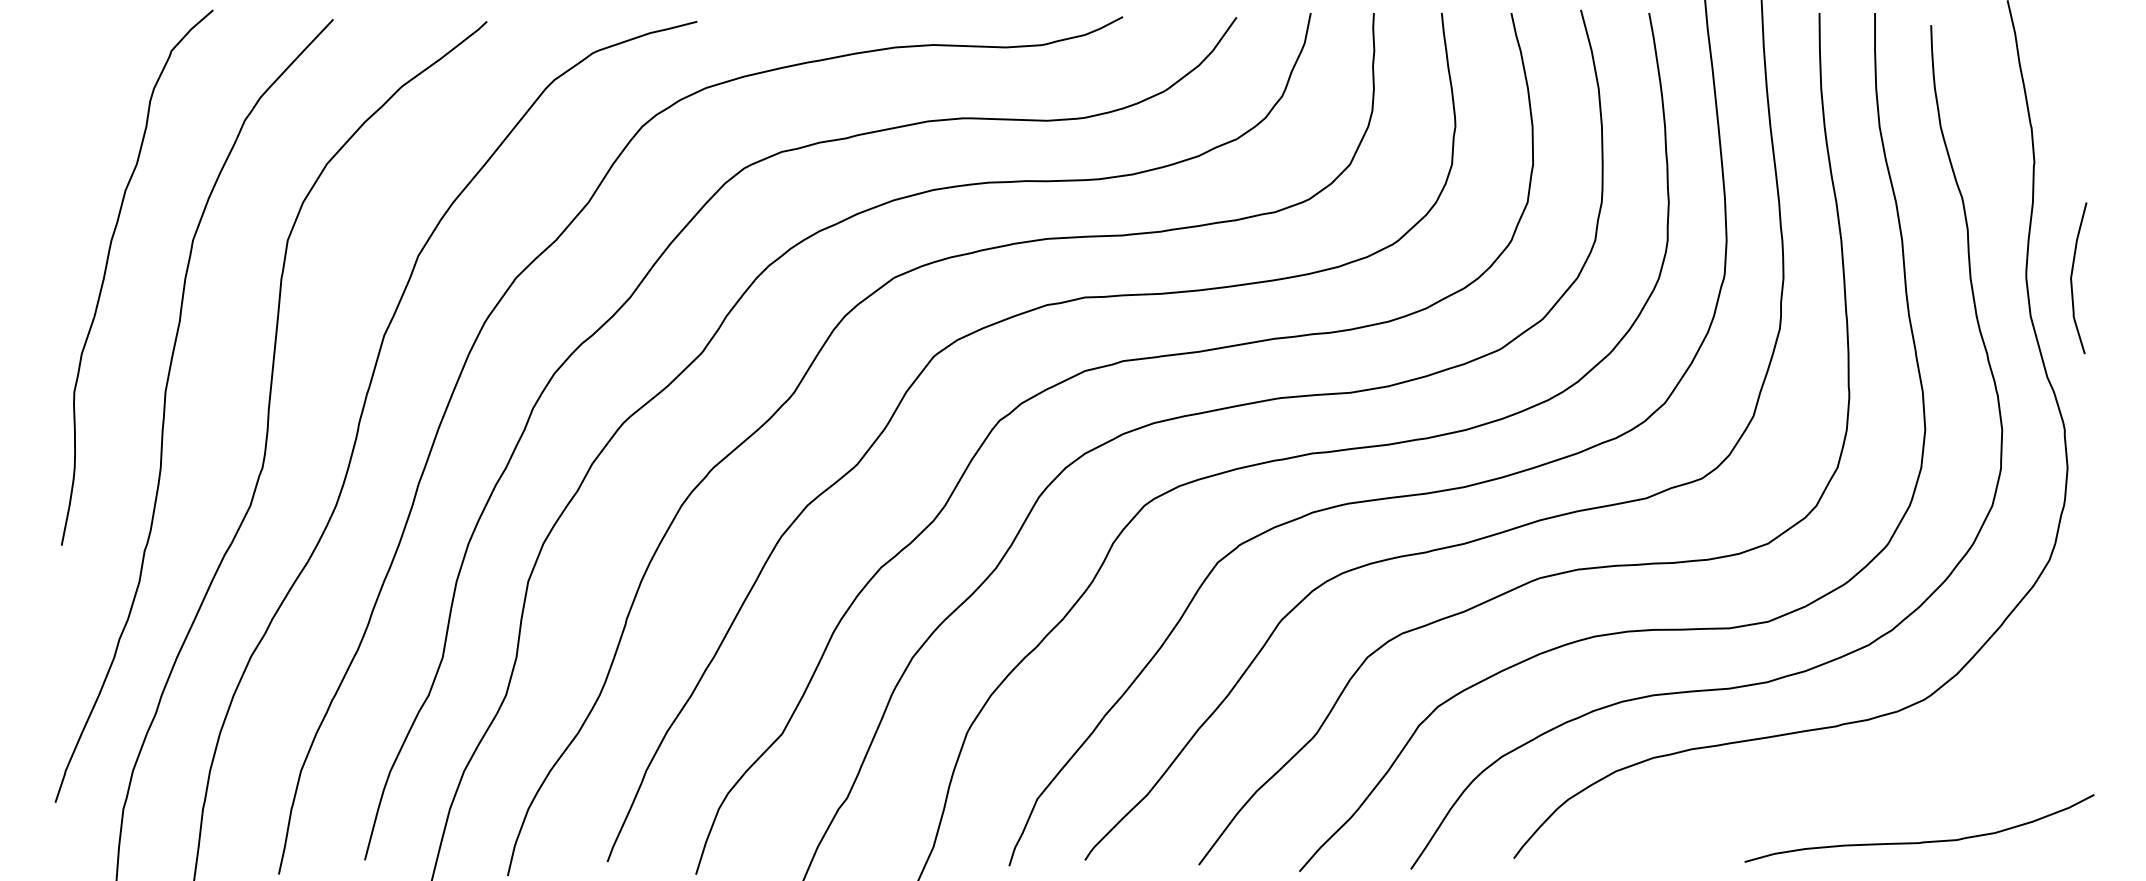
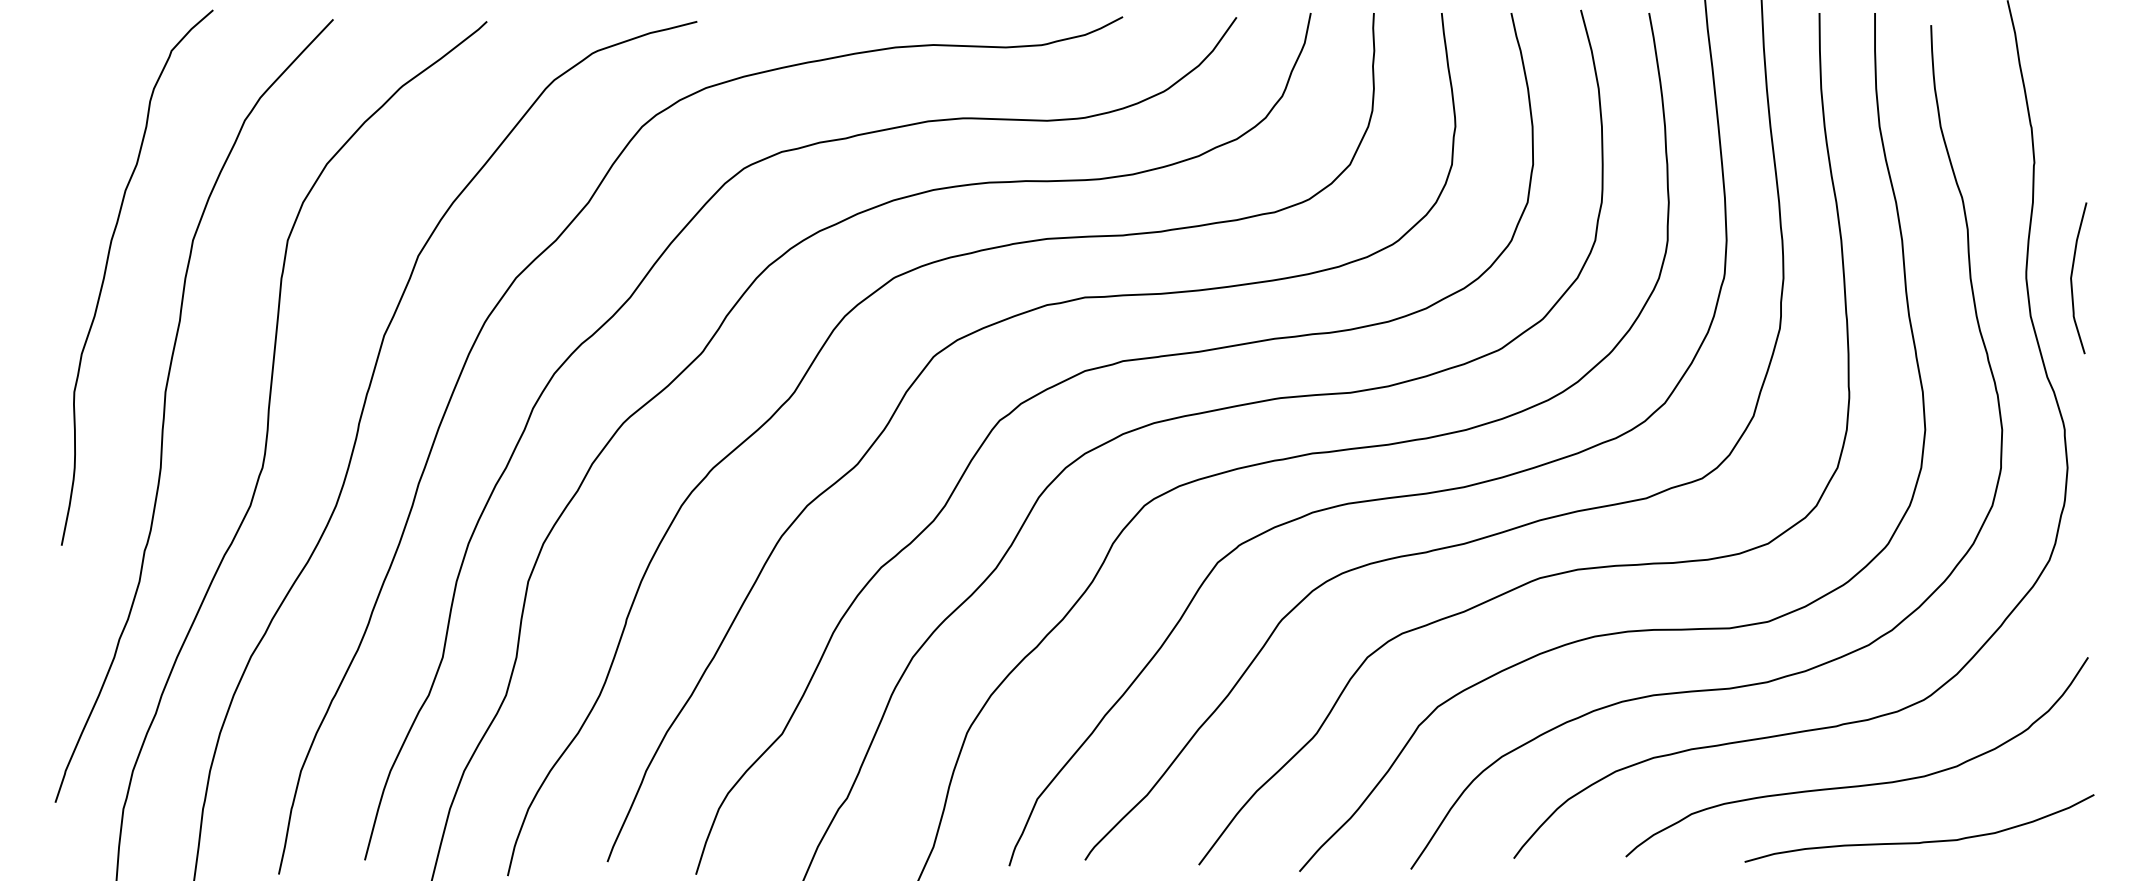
curve at (1862, 784): none -> present
